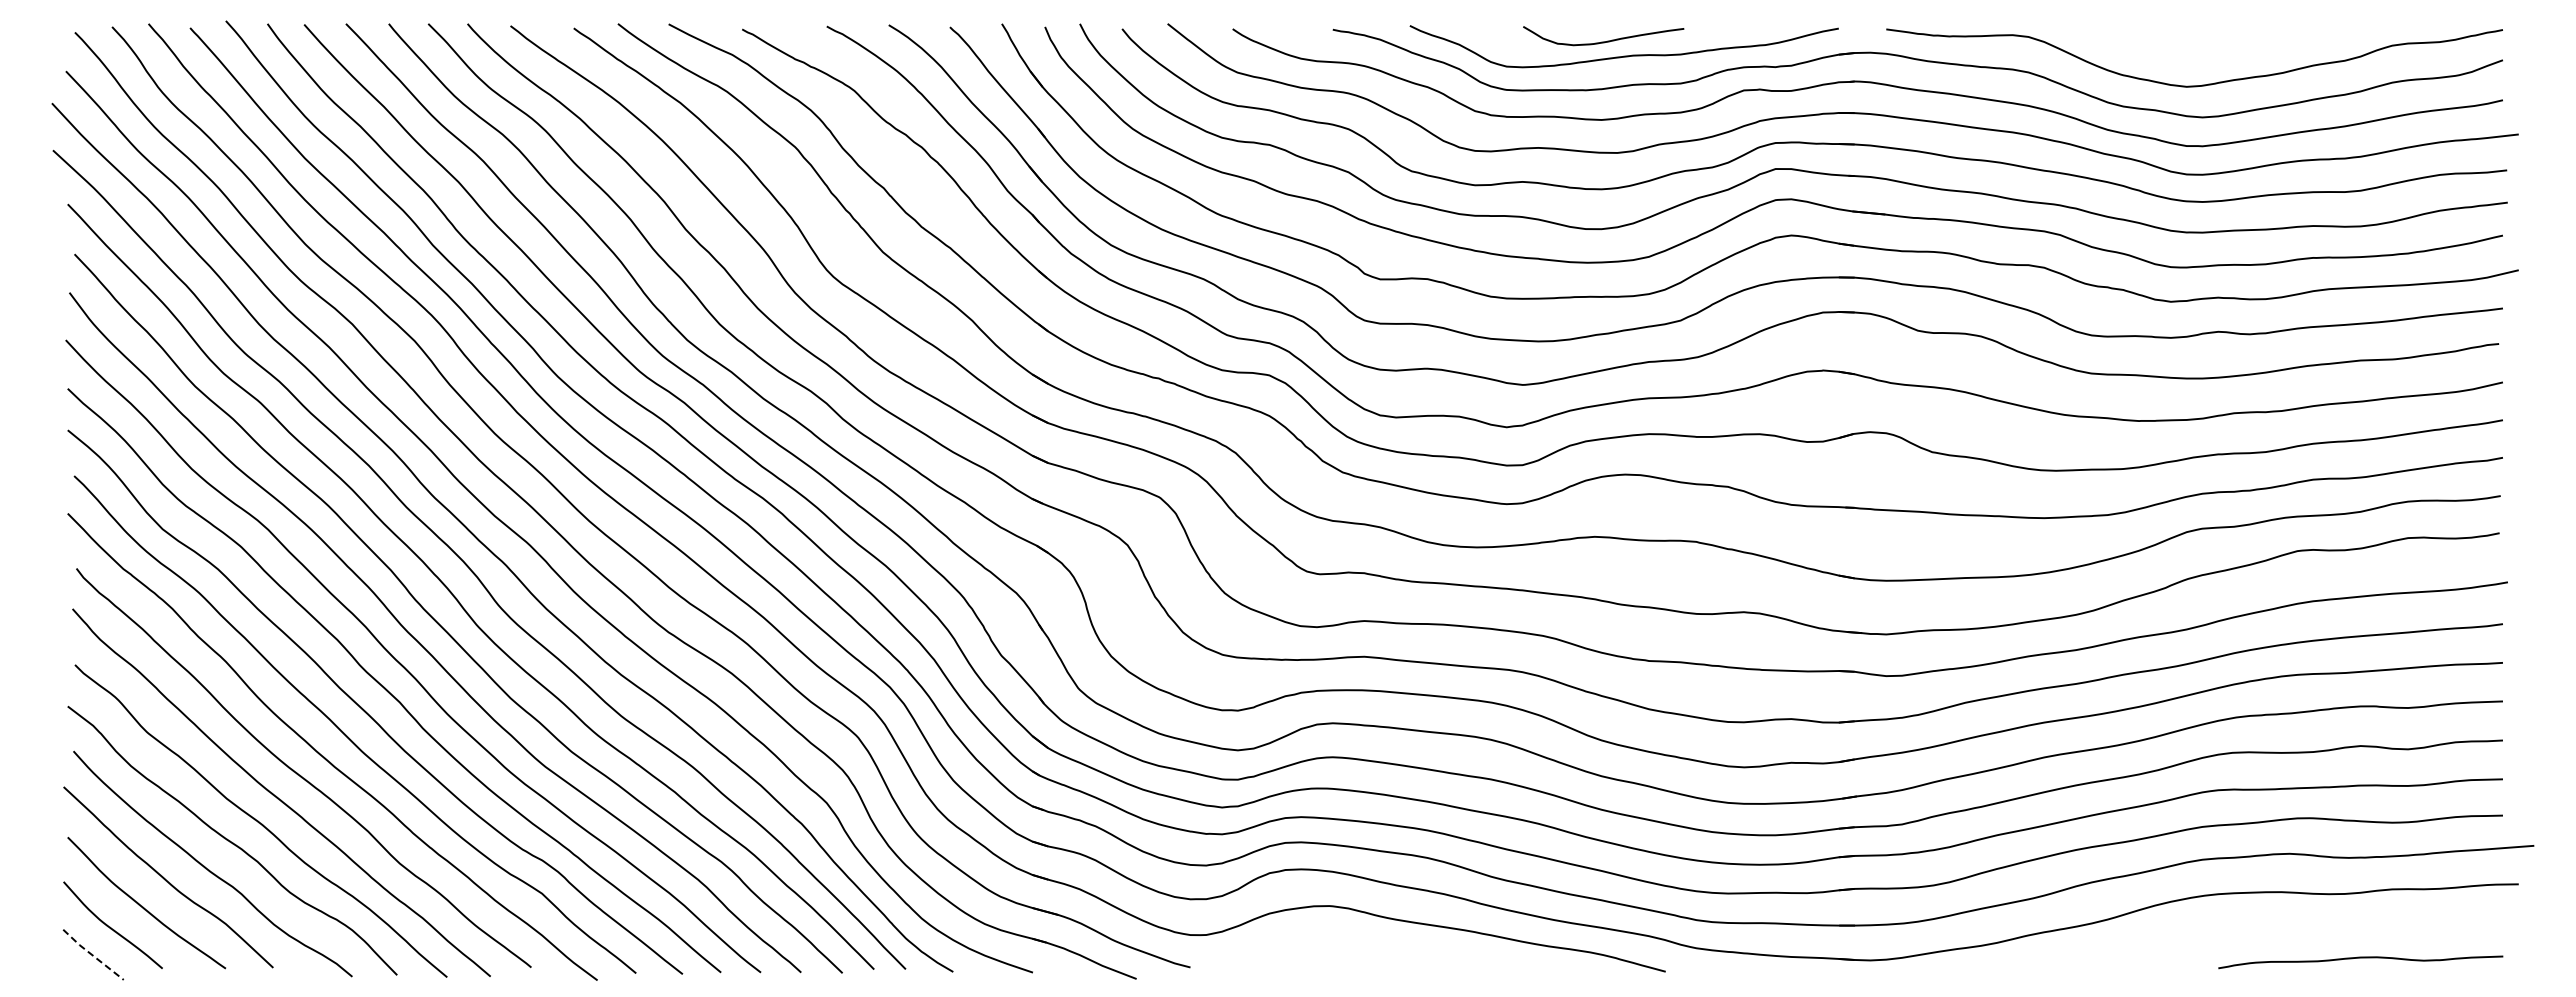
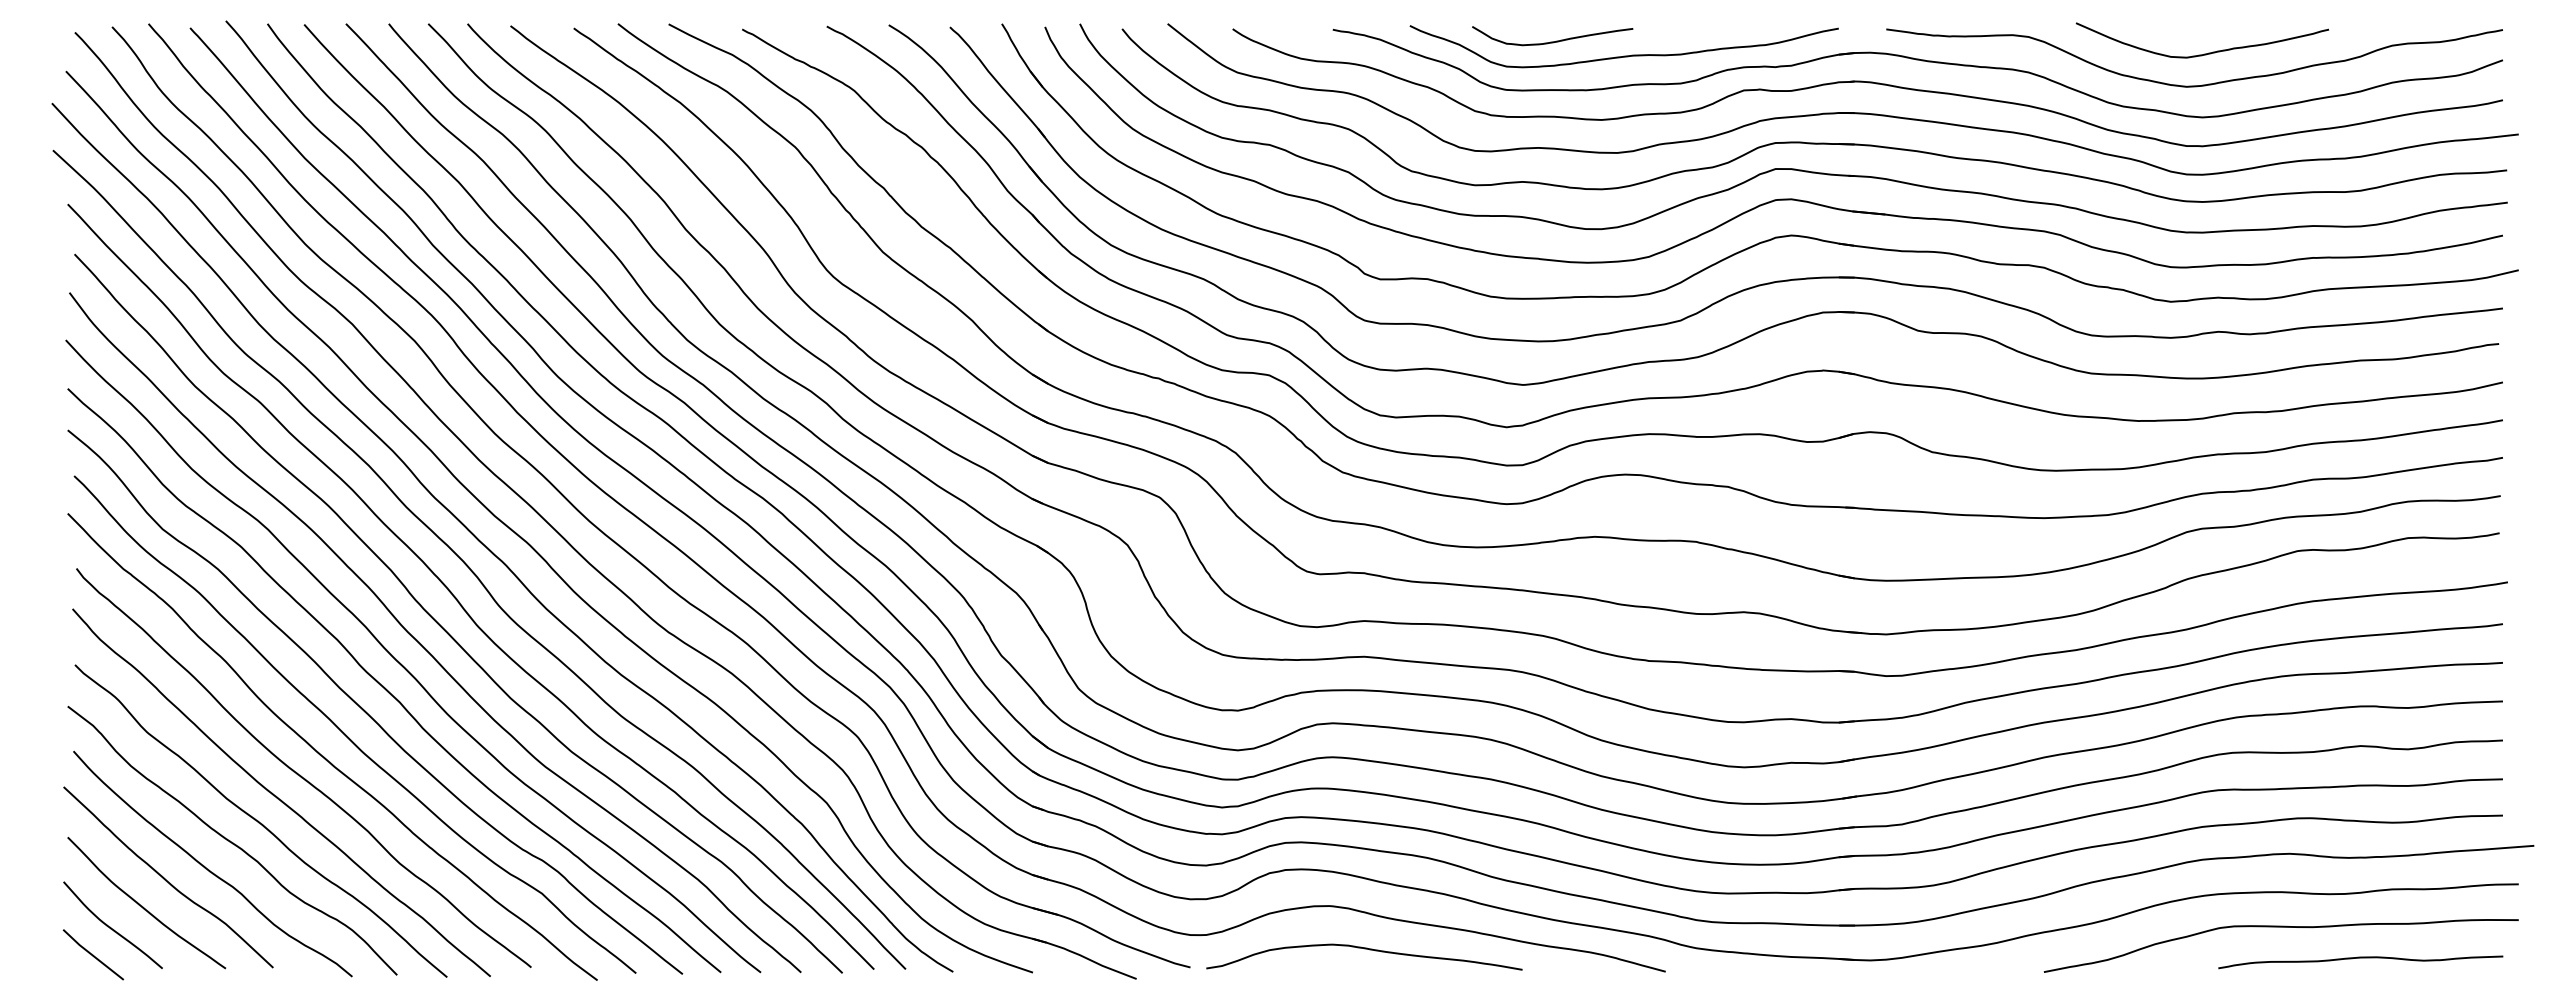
curve at (1603, 41) position: (1603, 41) -> (1552, 41)
curve at (2204, 53): none -> present
curve at (2280, 927): none -> present
curve at (1364, 949): none -> present
line at (92, 955): dashed -> solid
